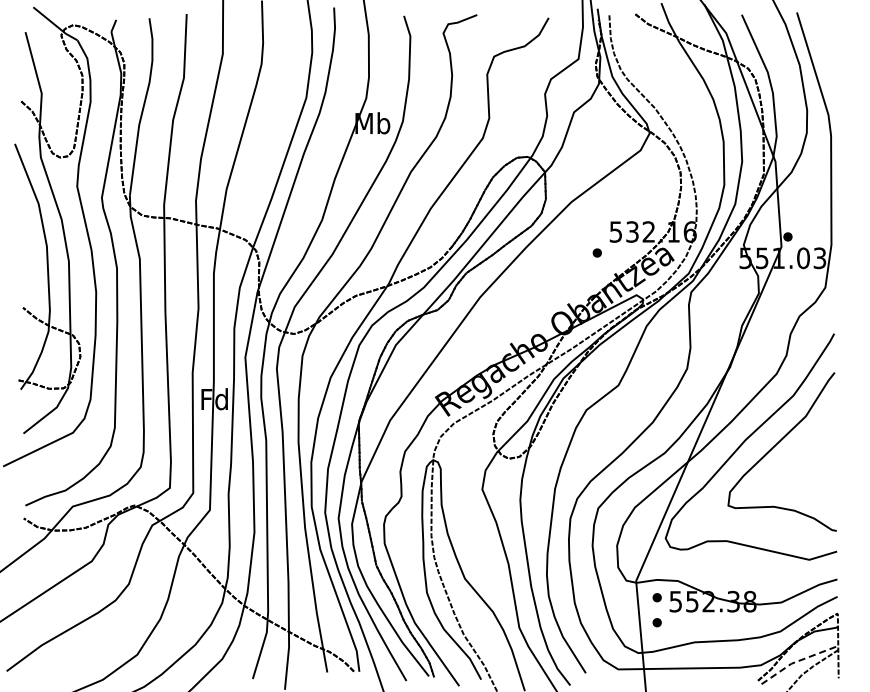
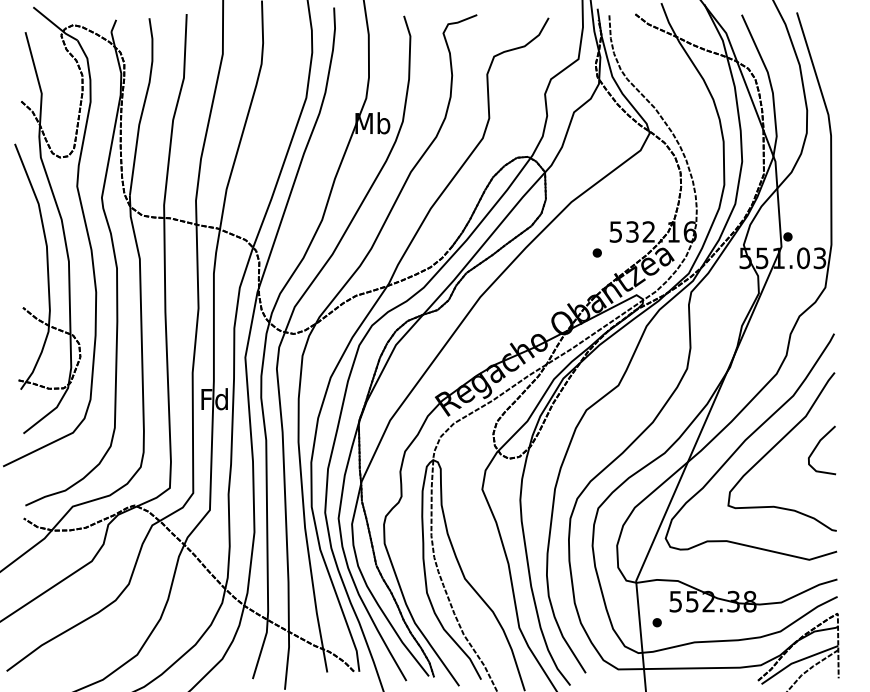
curve at (816, 448): none -> present
part at (656, 597): present -> none
line at (797, 661): dashed -> solid
